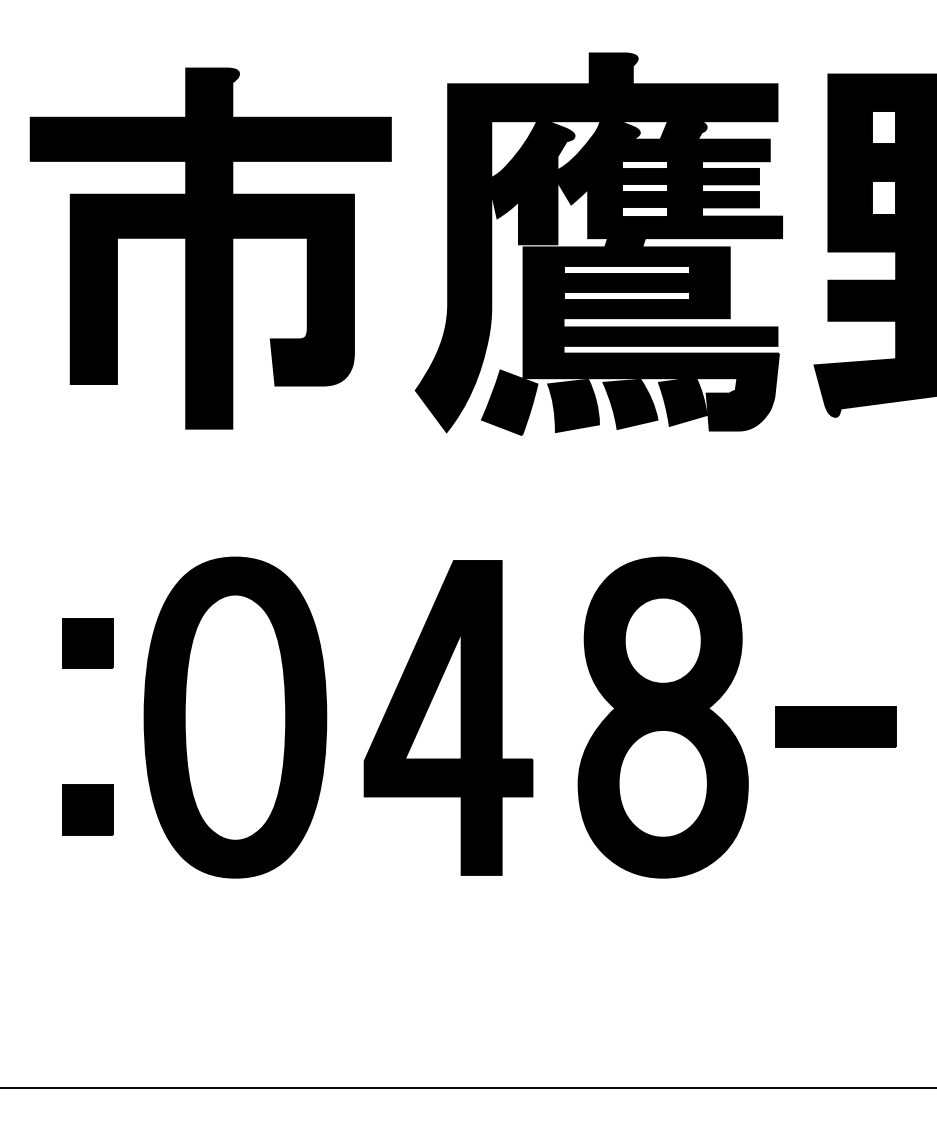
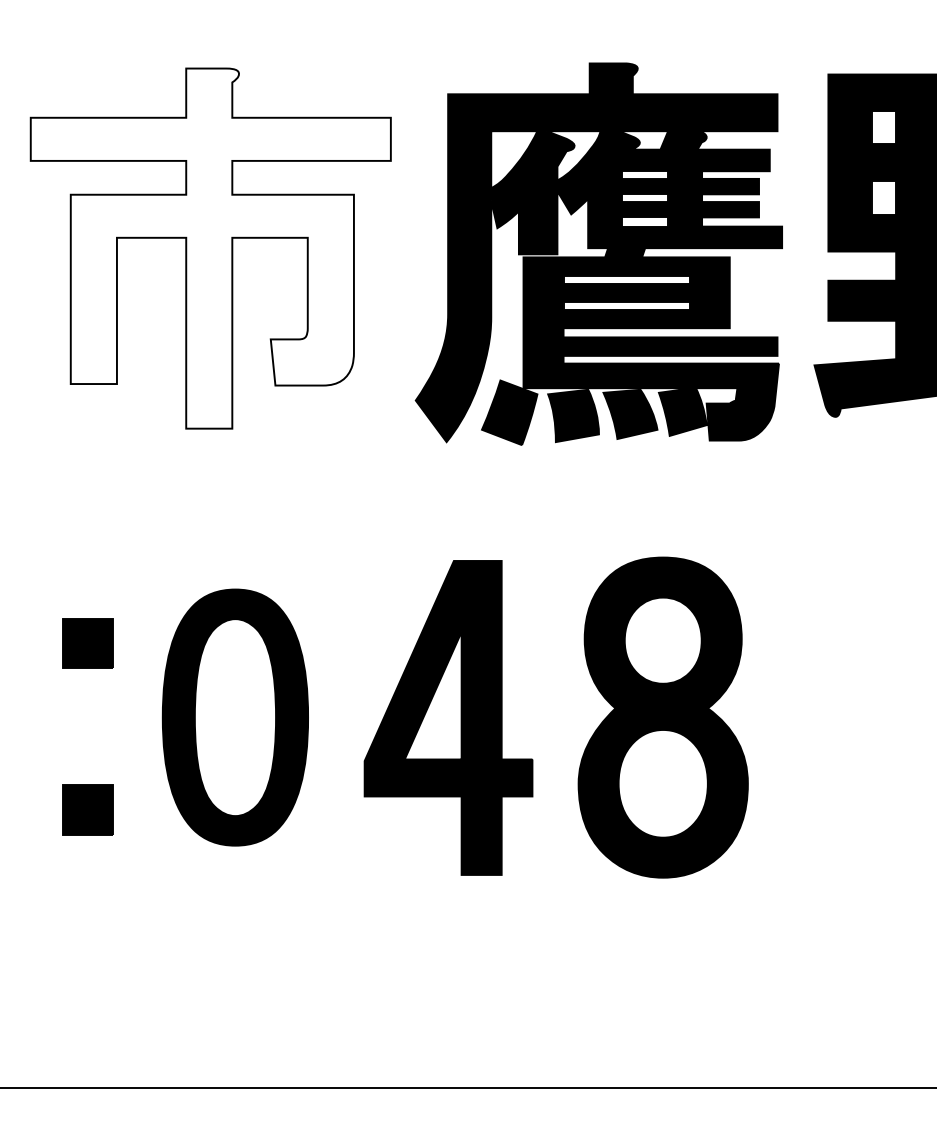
part at (598, 243) position: (598, 243) -> (598, 253)
fill at (210, 248): present -> none
part at (235, 717) size: 185x323 px -> 148x259 px
part at (835, 726): present -> none
